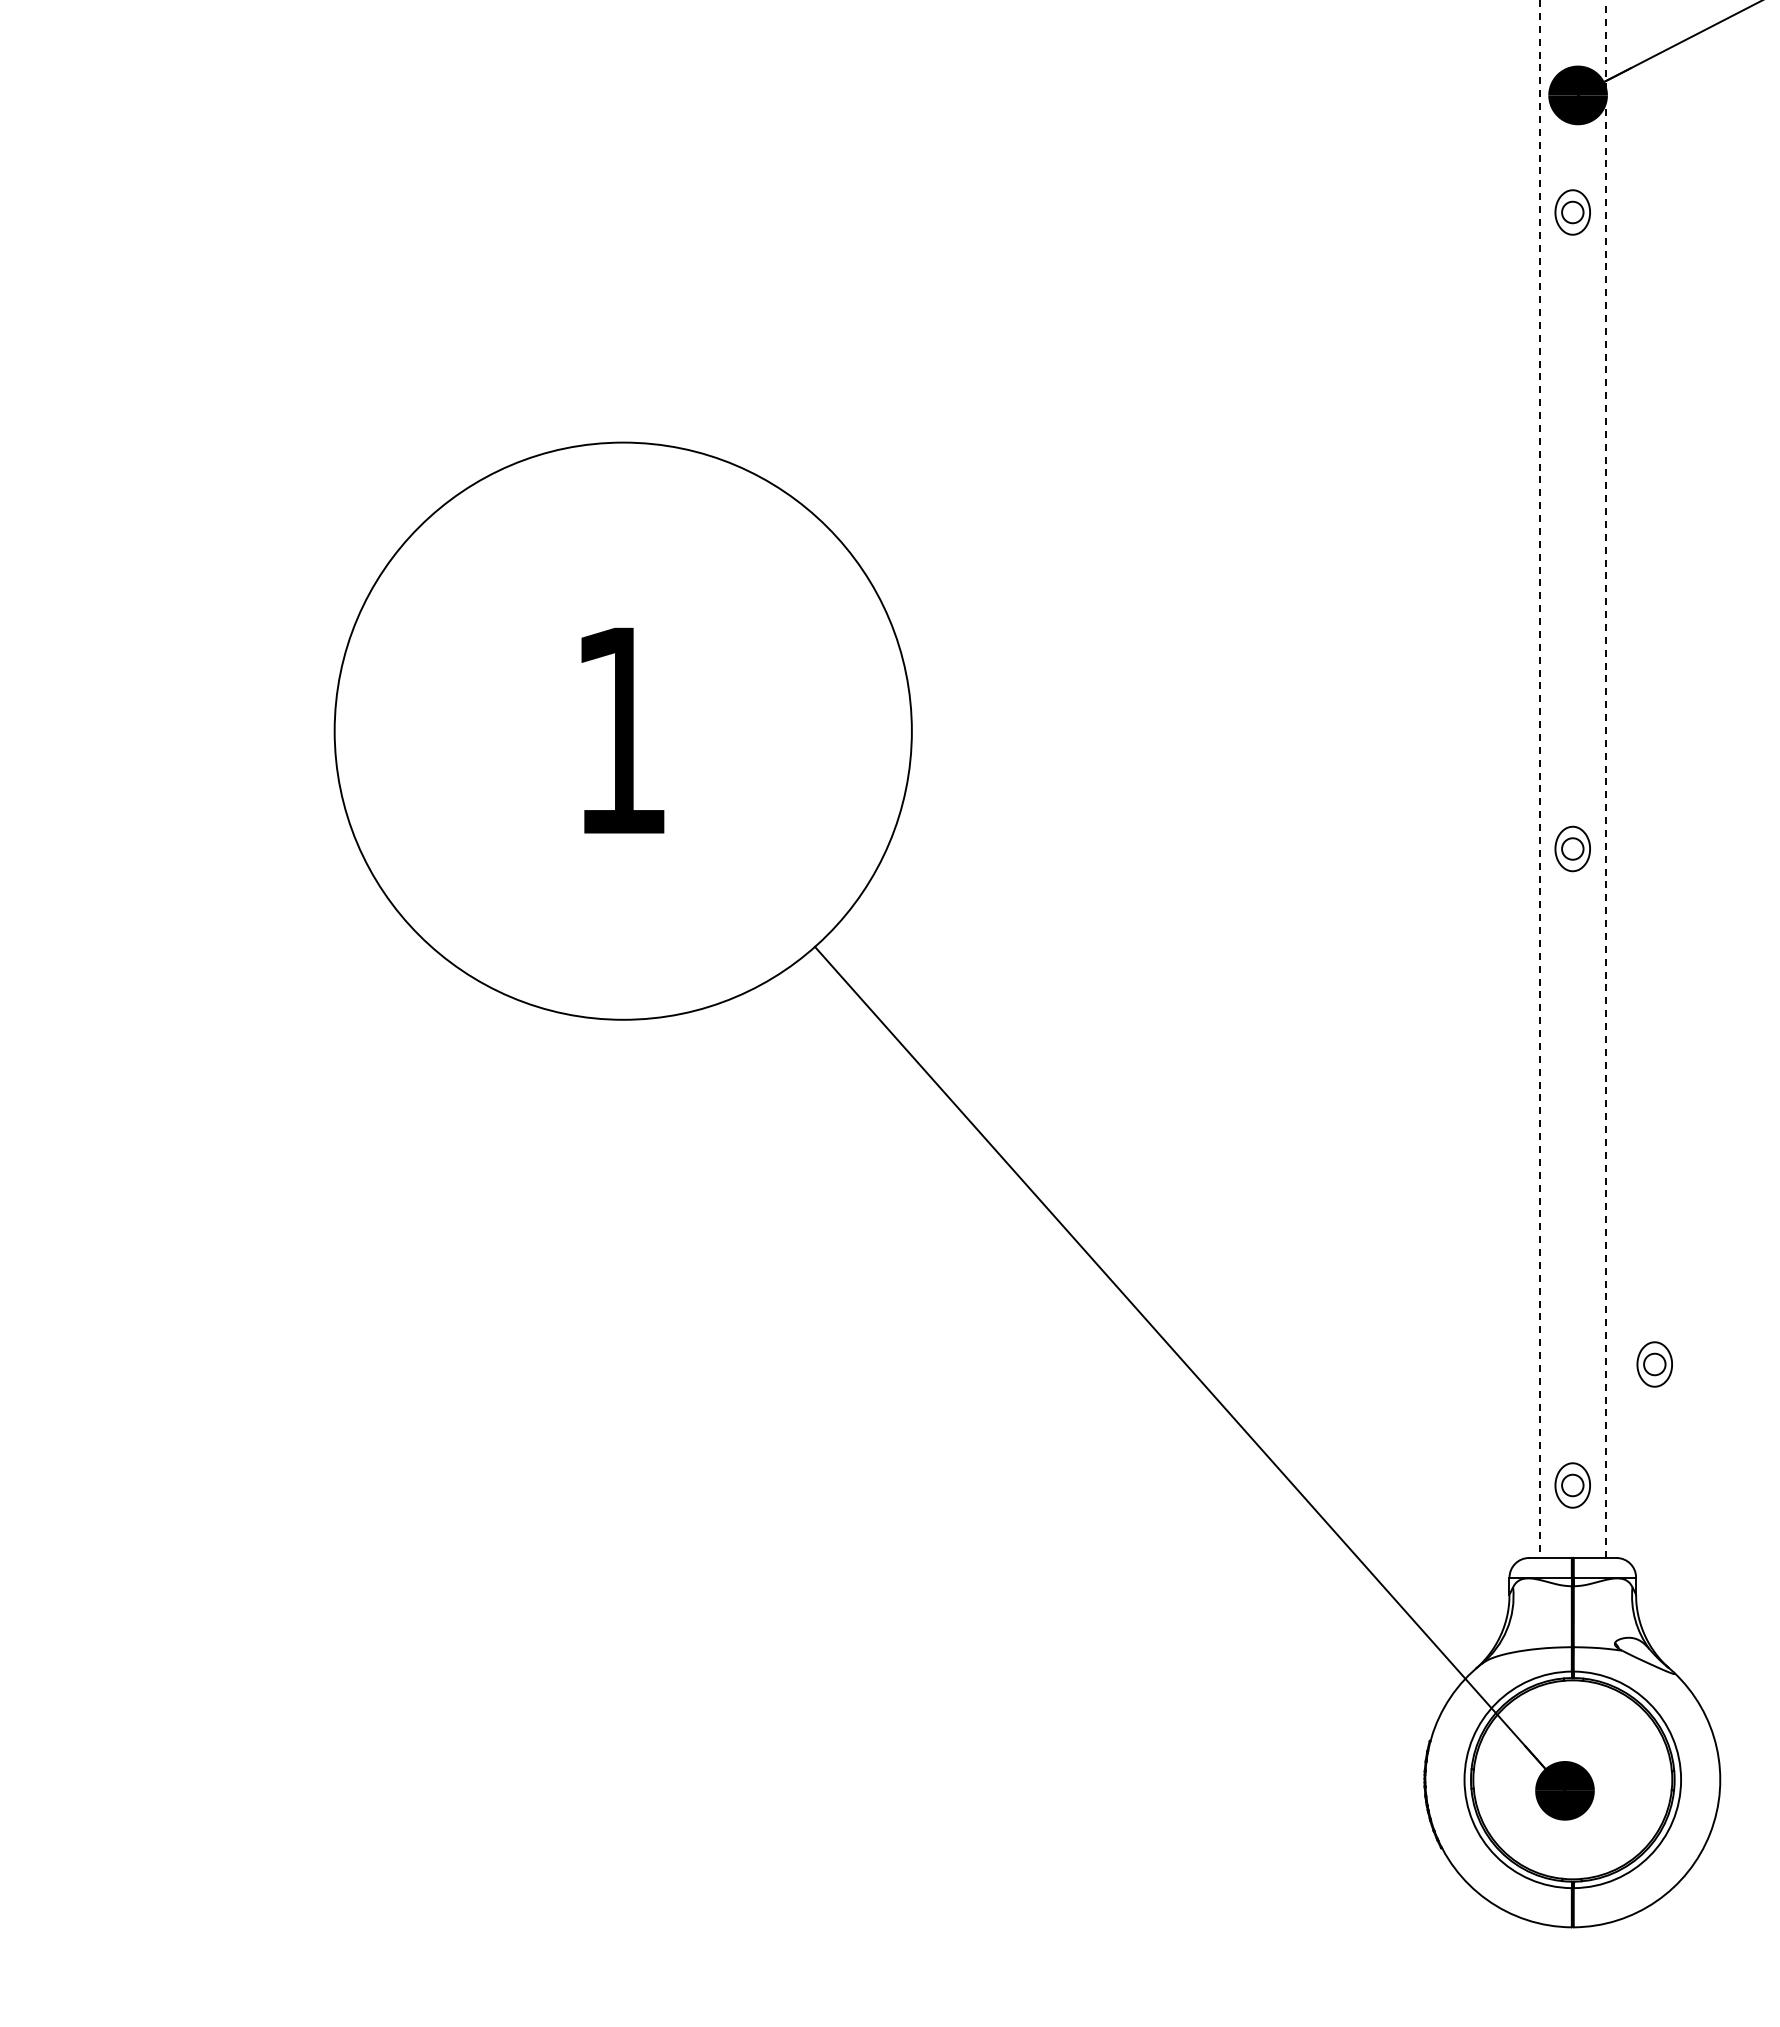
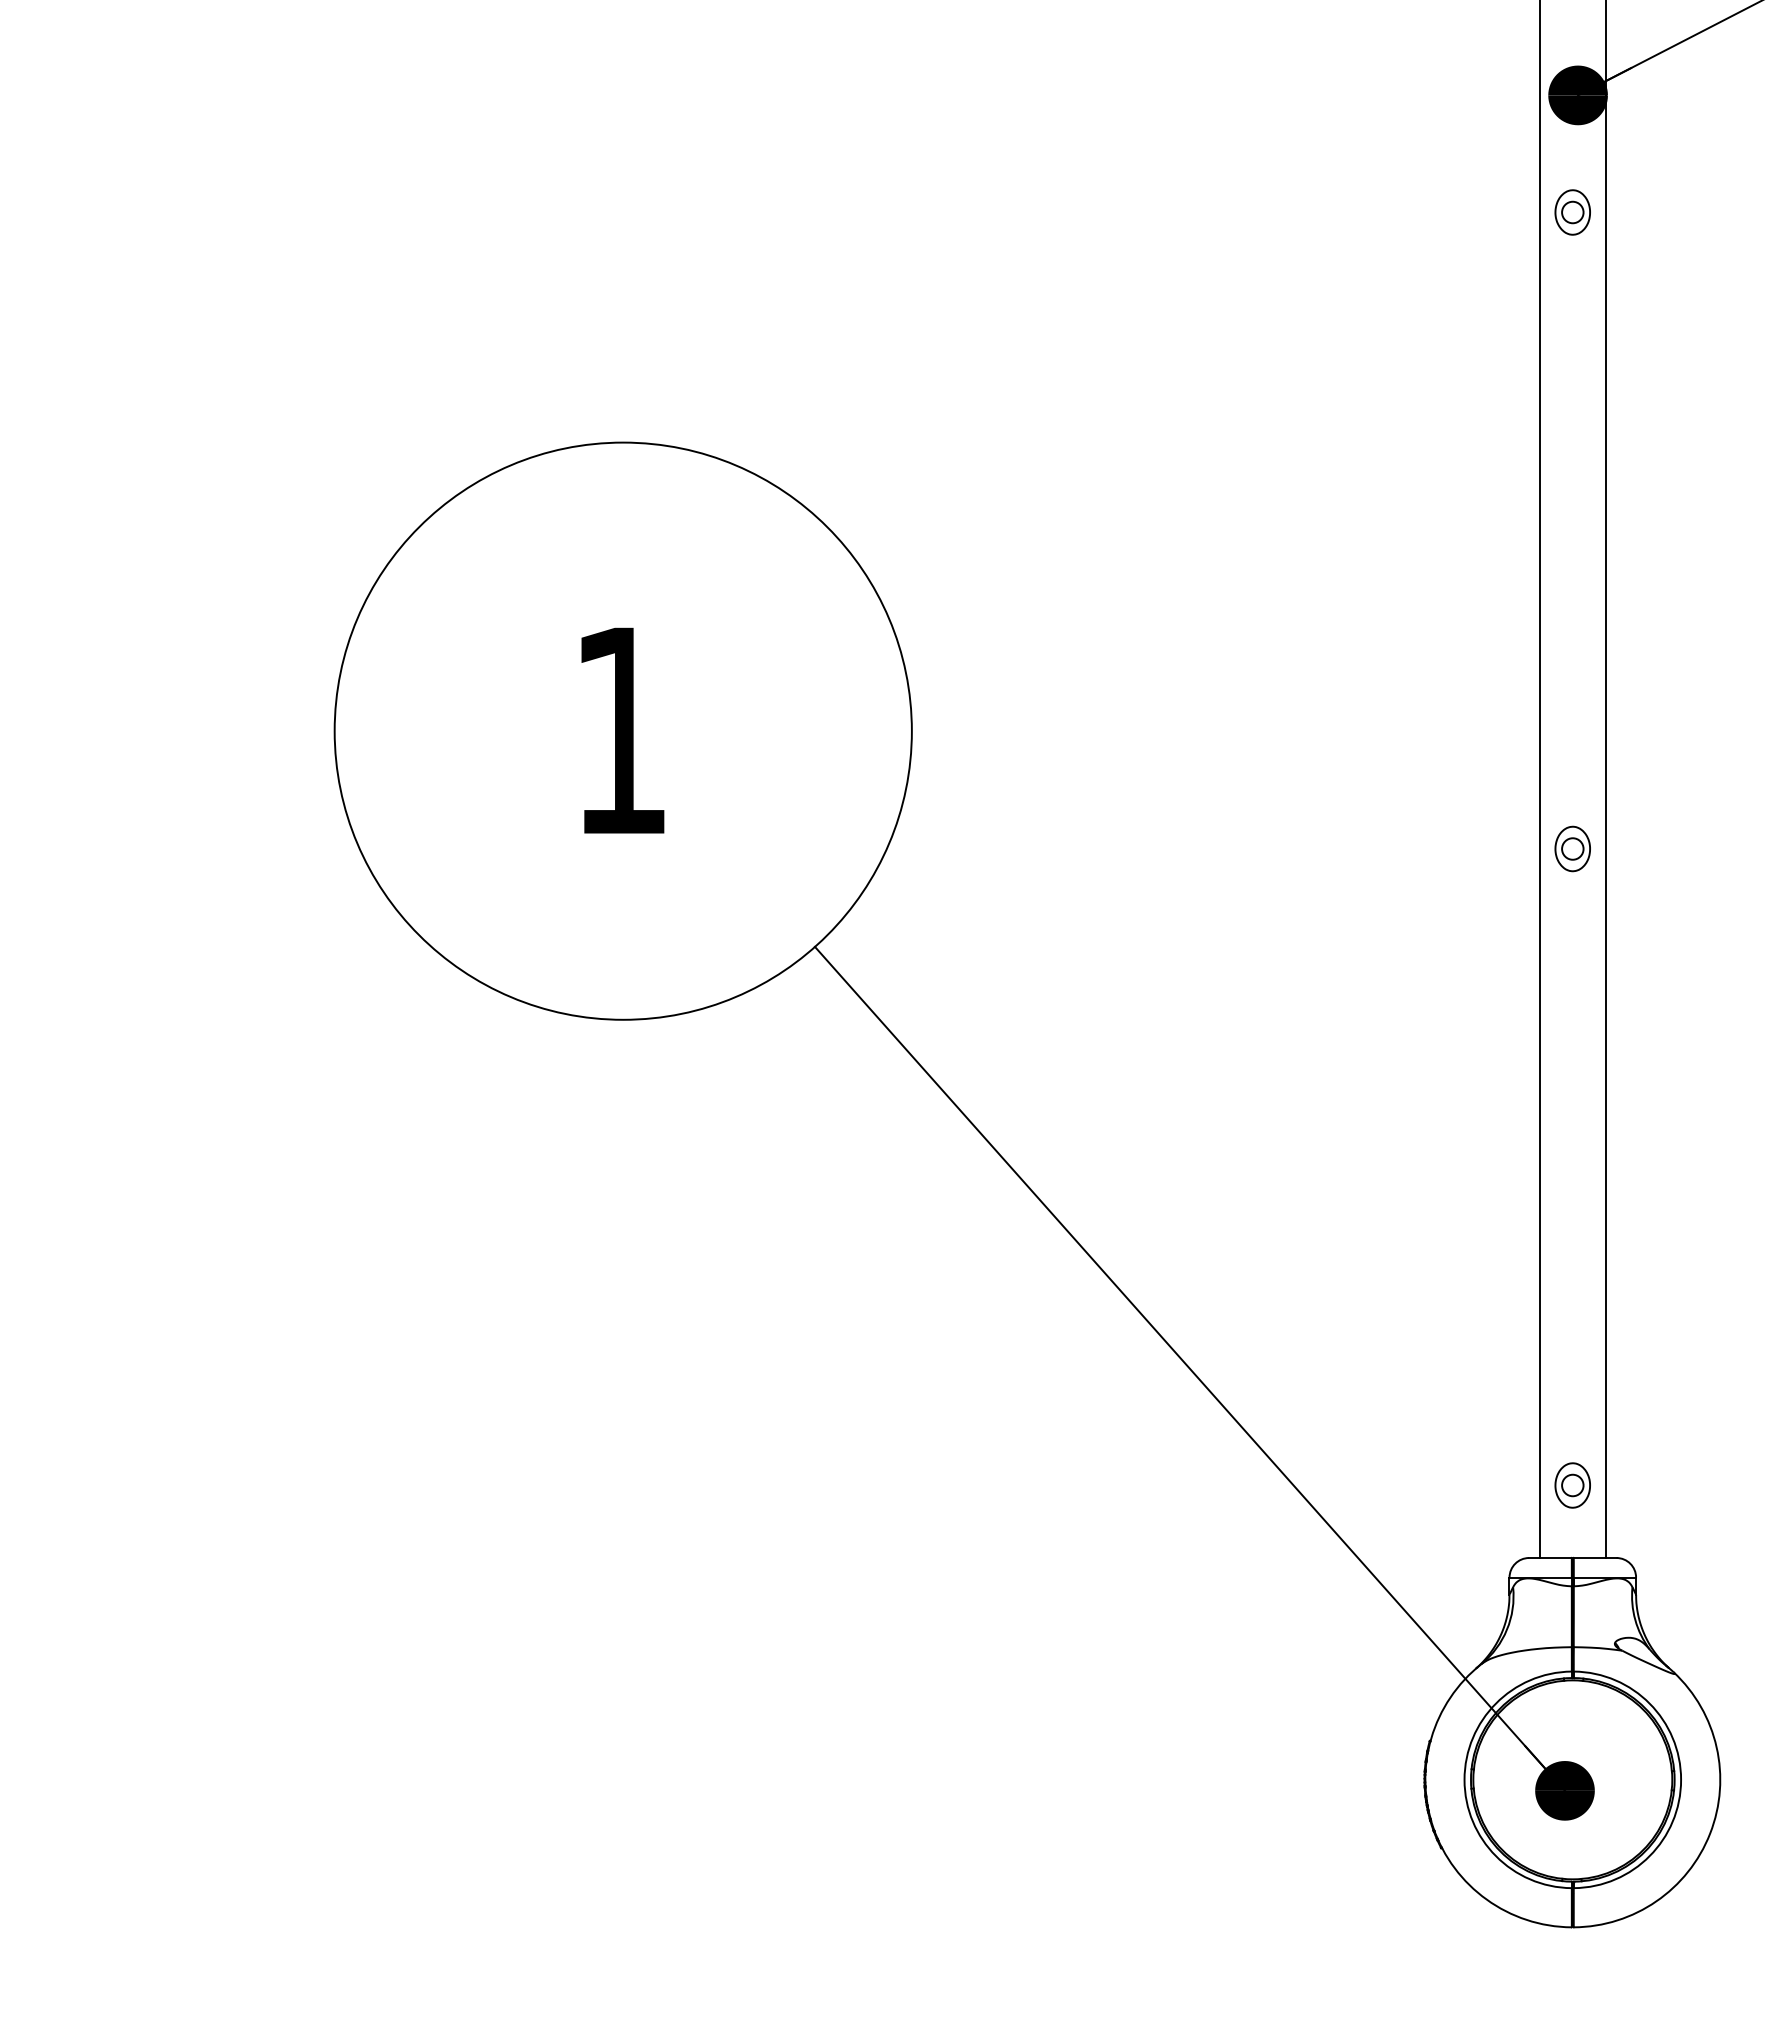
line at (1539, 779): dashed -> solid
line at (1605, 779): dashed -> solid
part at (1654, 1364): present -> none
